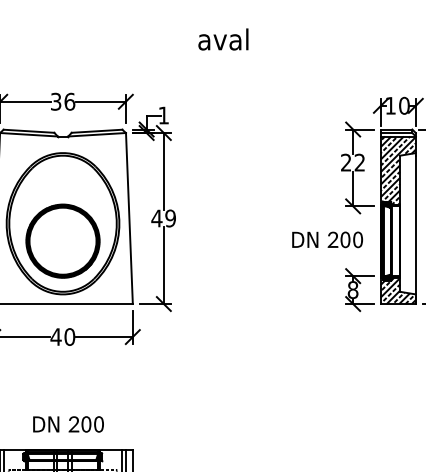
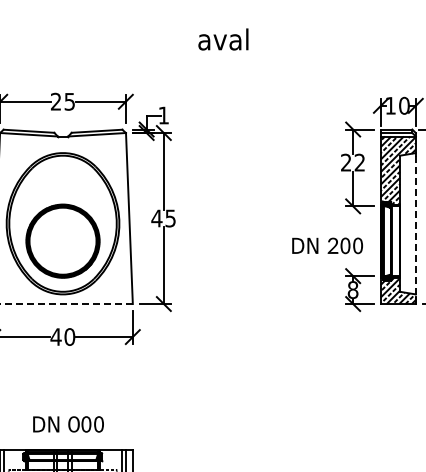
text at (63, 101): 36 -> 25
text at (170, 218): 49 -> 45
line at (415, 226): solid -> dashed
text at (327, 239) position: (327, 239) -> (327, 245)
line at (66, 304): solid -> dashed
text at (73, 424): 2 -> 0
